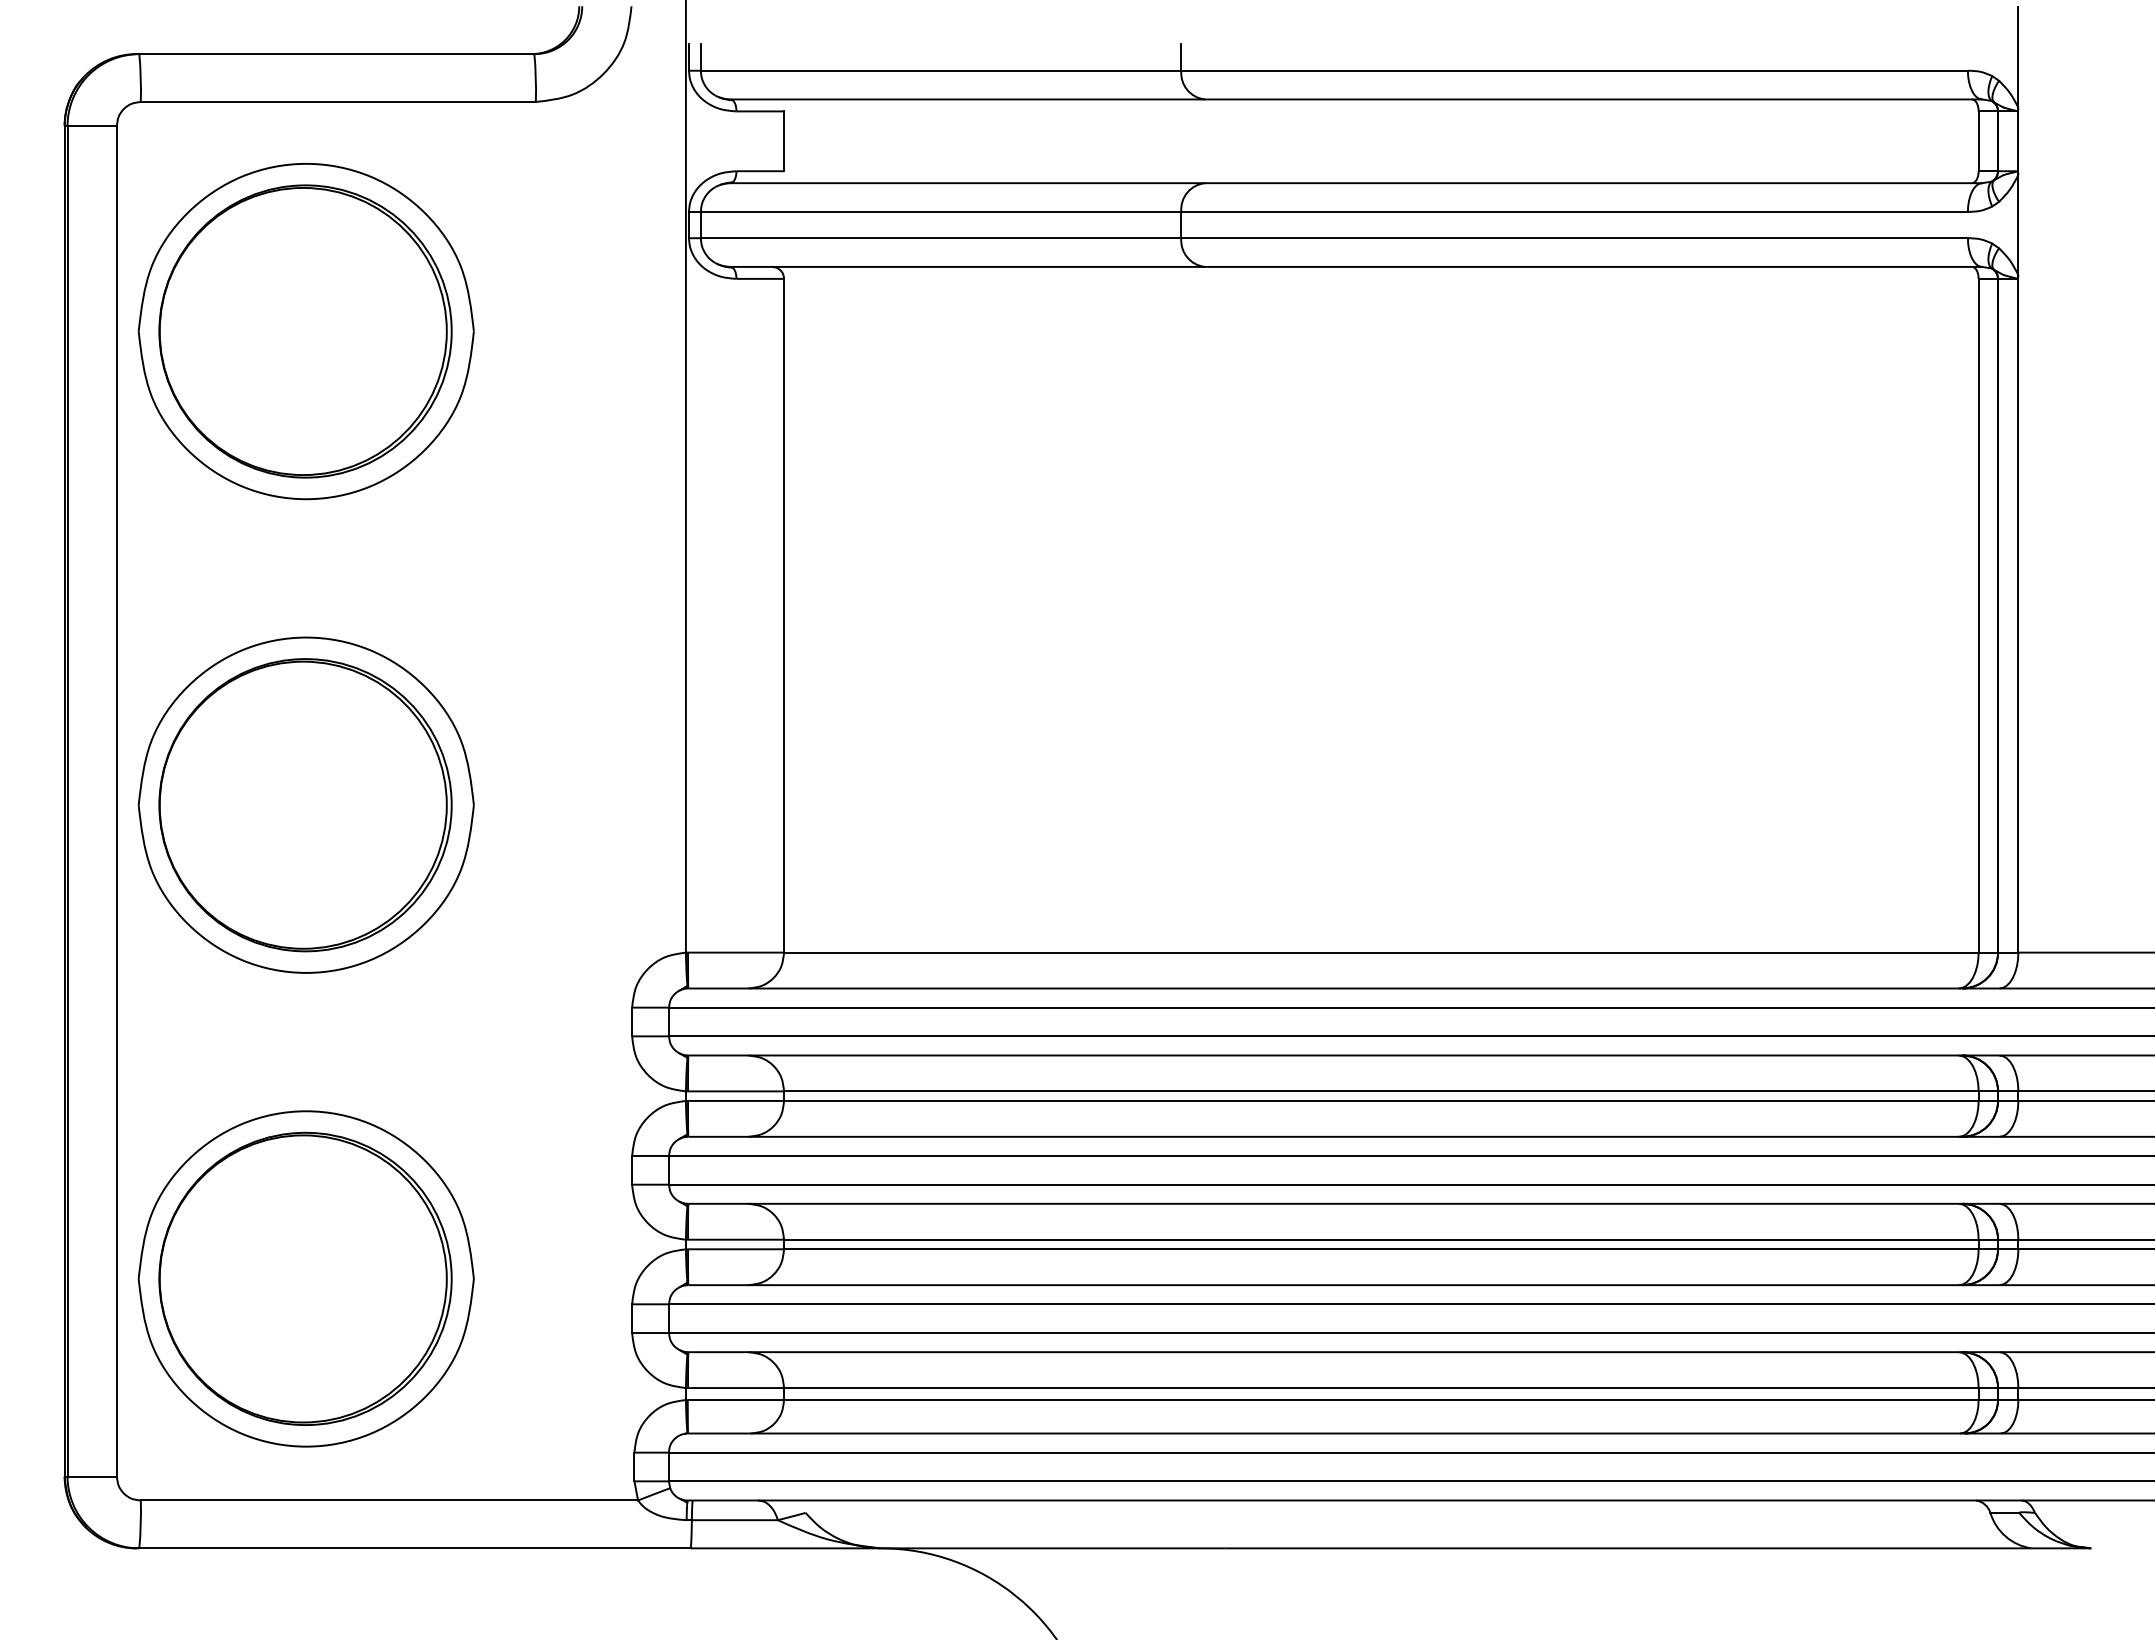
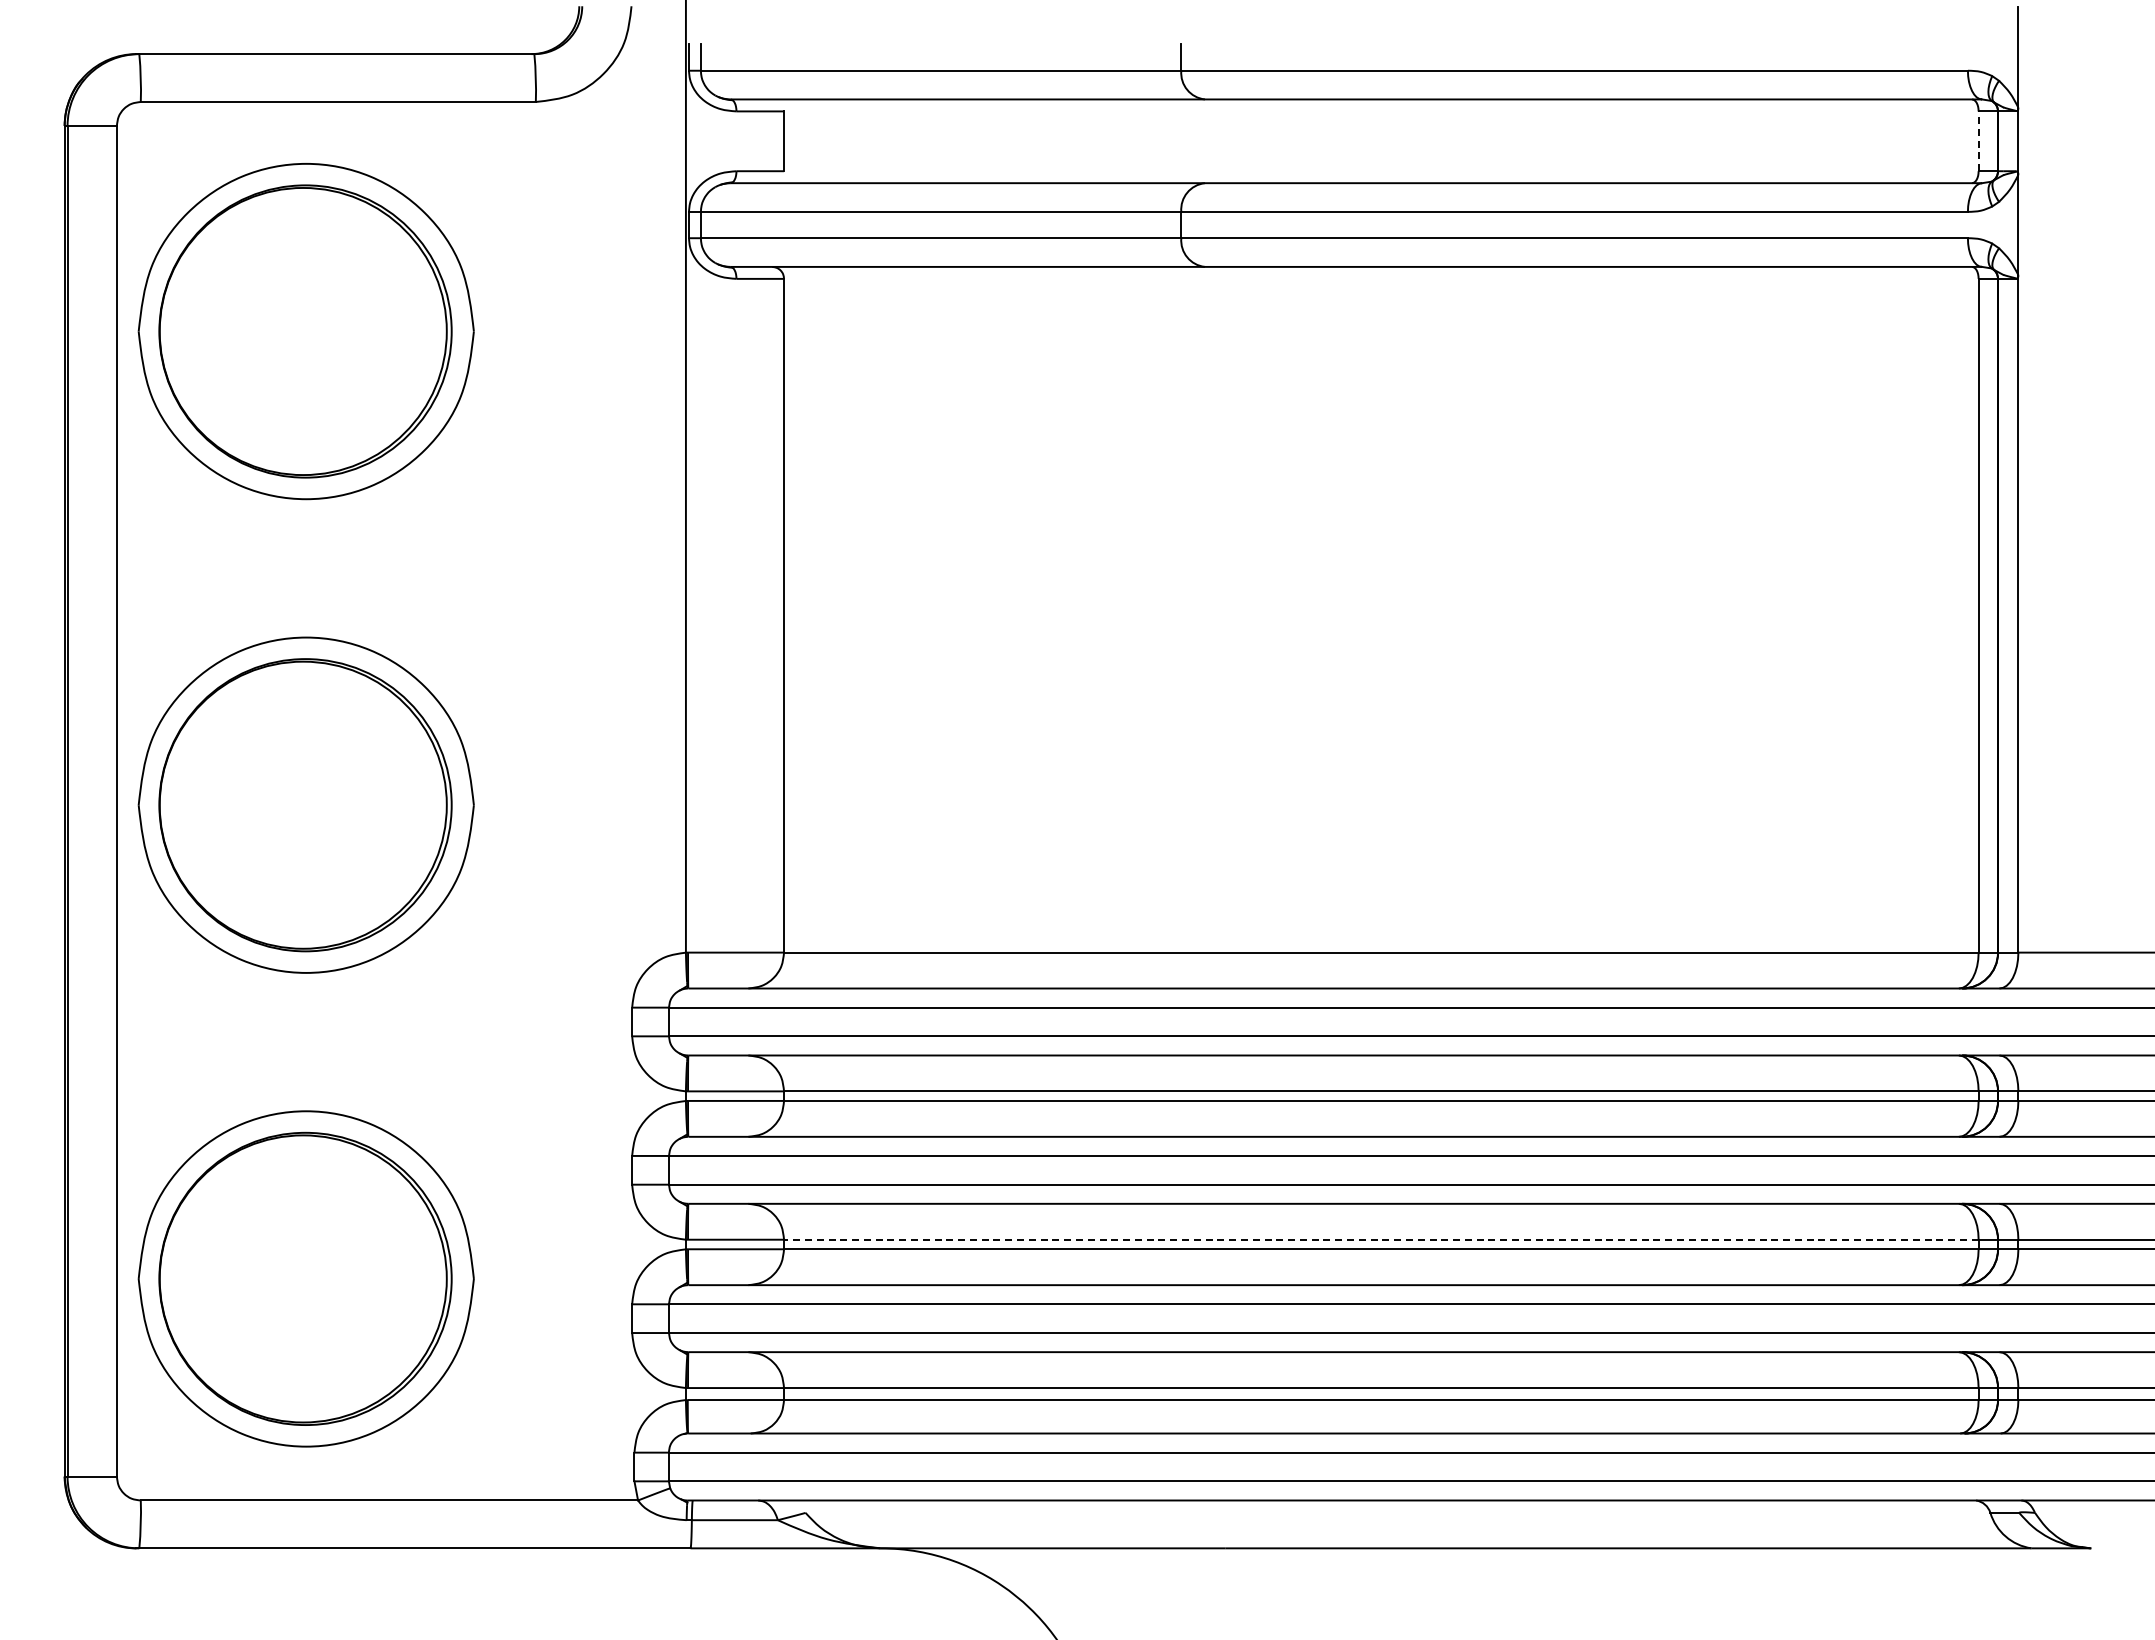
line at (1978, 141): solid -> dashed
line at (1380, 1239): solid -> dashed
